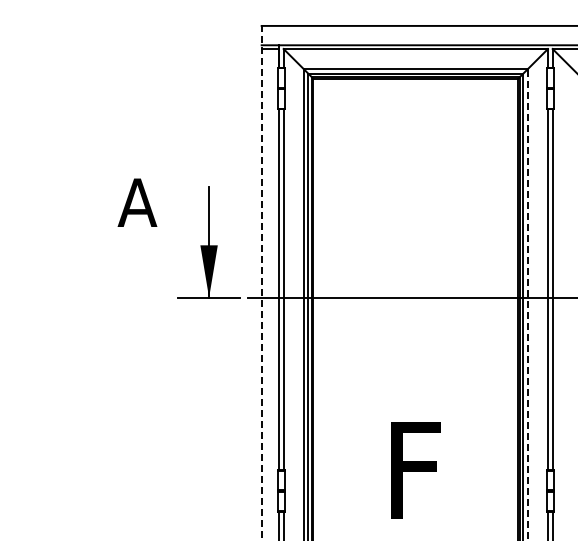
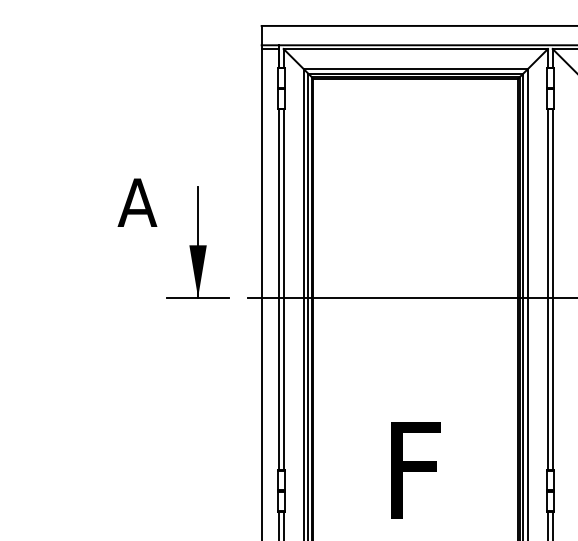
part at (208, 242) position: (208, 242) -> (197, 242)
line at (261, 282): dashed -> solid
line at (527, 304): dashed -> solid
